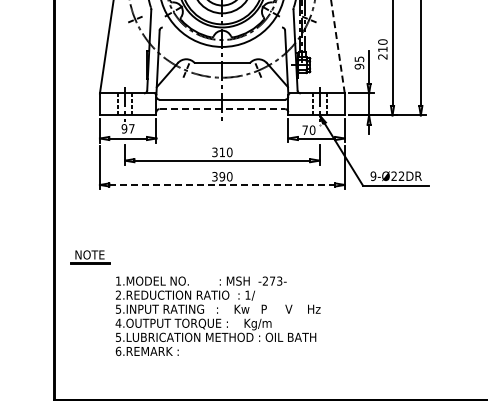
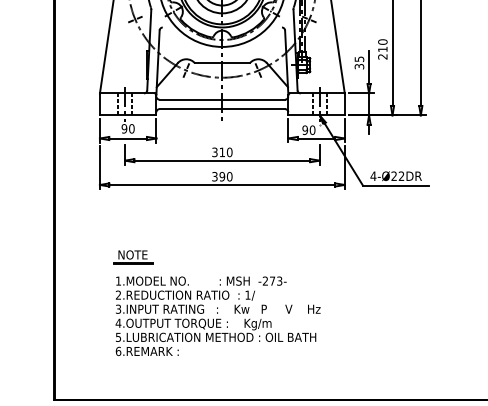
line at (337, 47): dashed -> solid
text at (358, 66): 95 -> 35
line at (222, 109): dashed -> solid
text at (131, 128): 97 -> 90
text at (305, 130): 70 -> 90
text at (373, 176): 9-Ø22DR -> 4-Ø22DR
line at (222, 184): dashed -> solid
part at (90, 257) position: (90, 257) -> (133, 257)
text at (118, 308): 5.INPUT -> 3.INPUT
